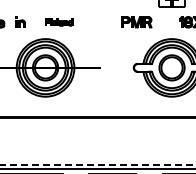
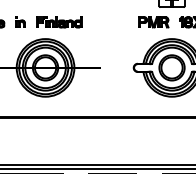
part at (59, 22) size: 29x9 px -> 47x13 px
part at (136, 22) position: (136, 22) -> (153, 22)
line at (97, 164): dashed -> solid
